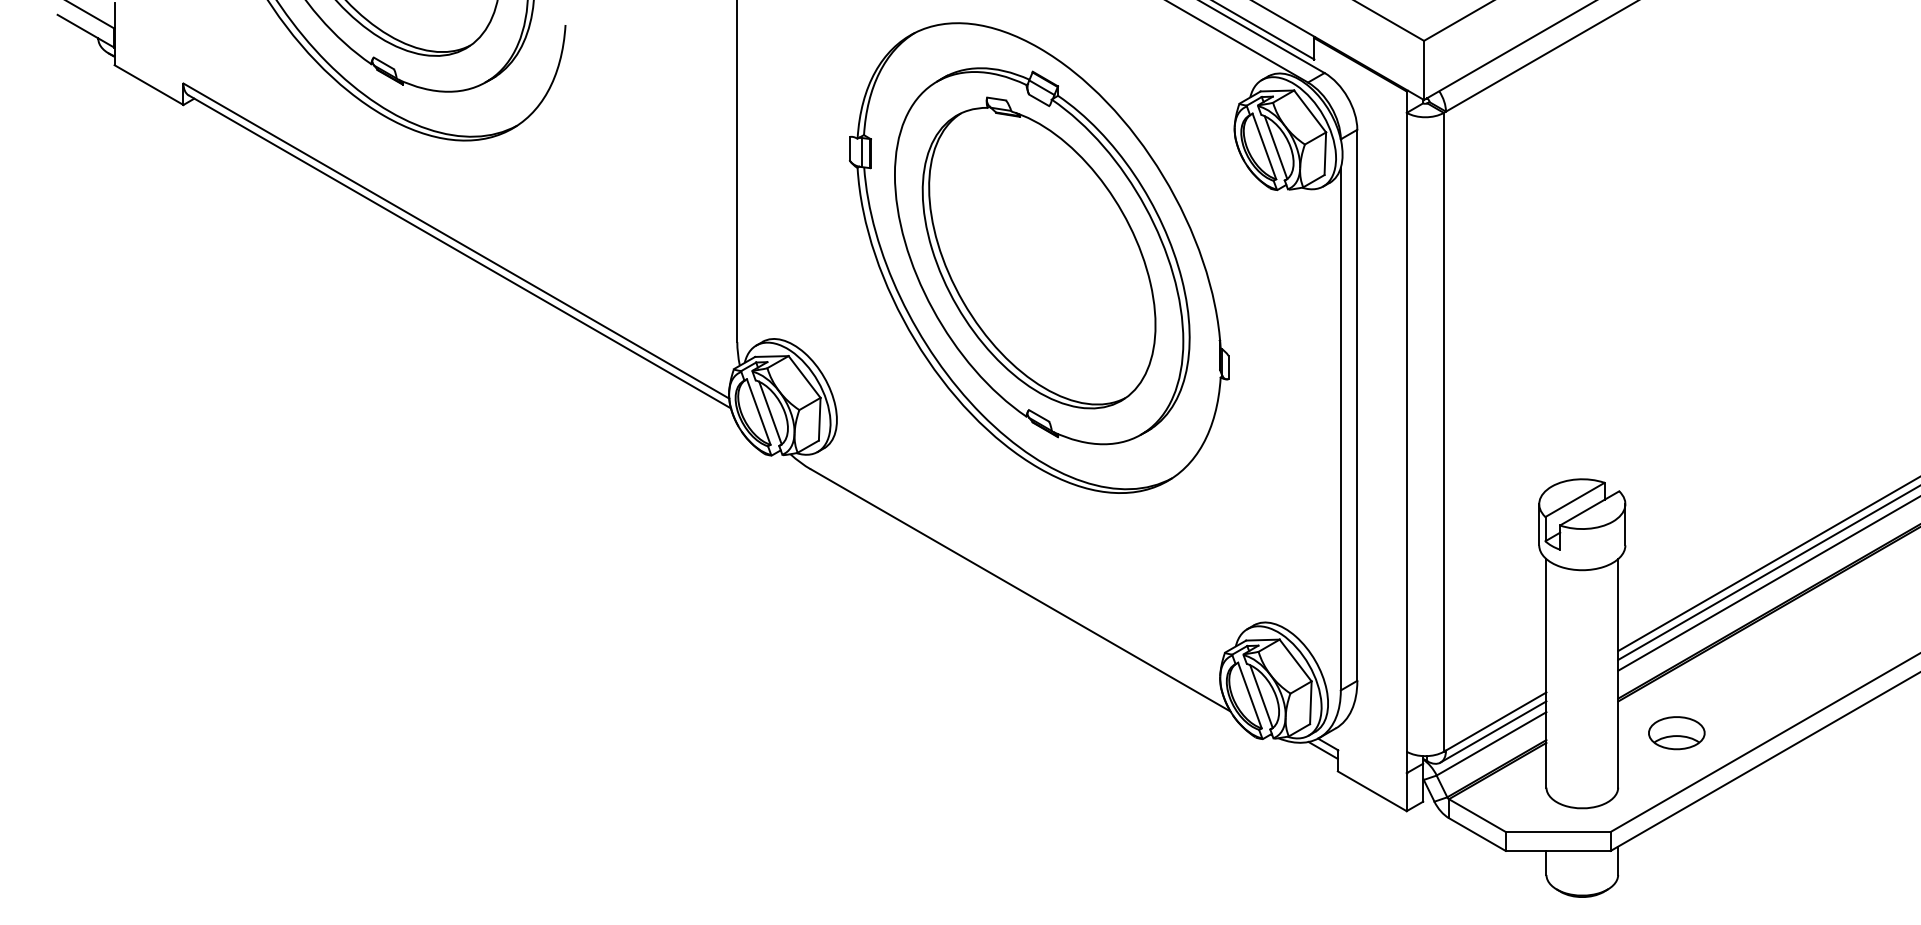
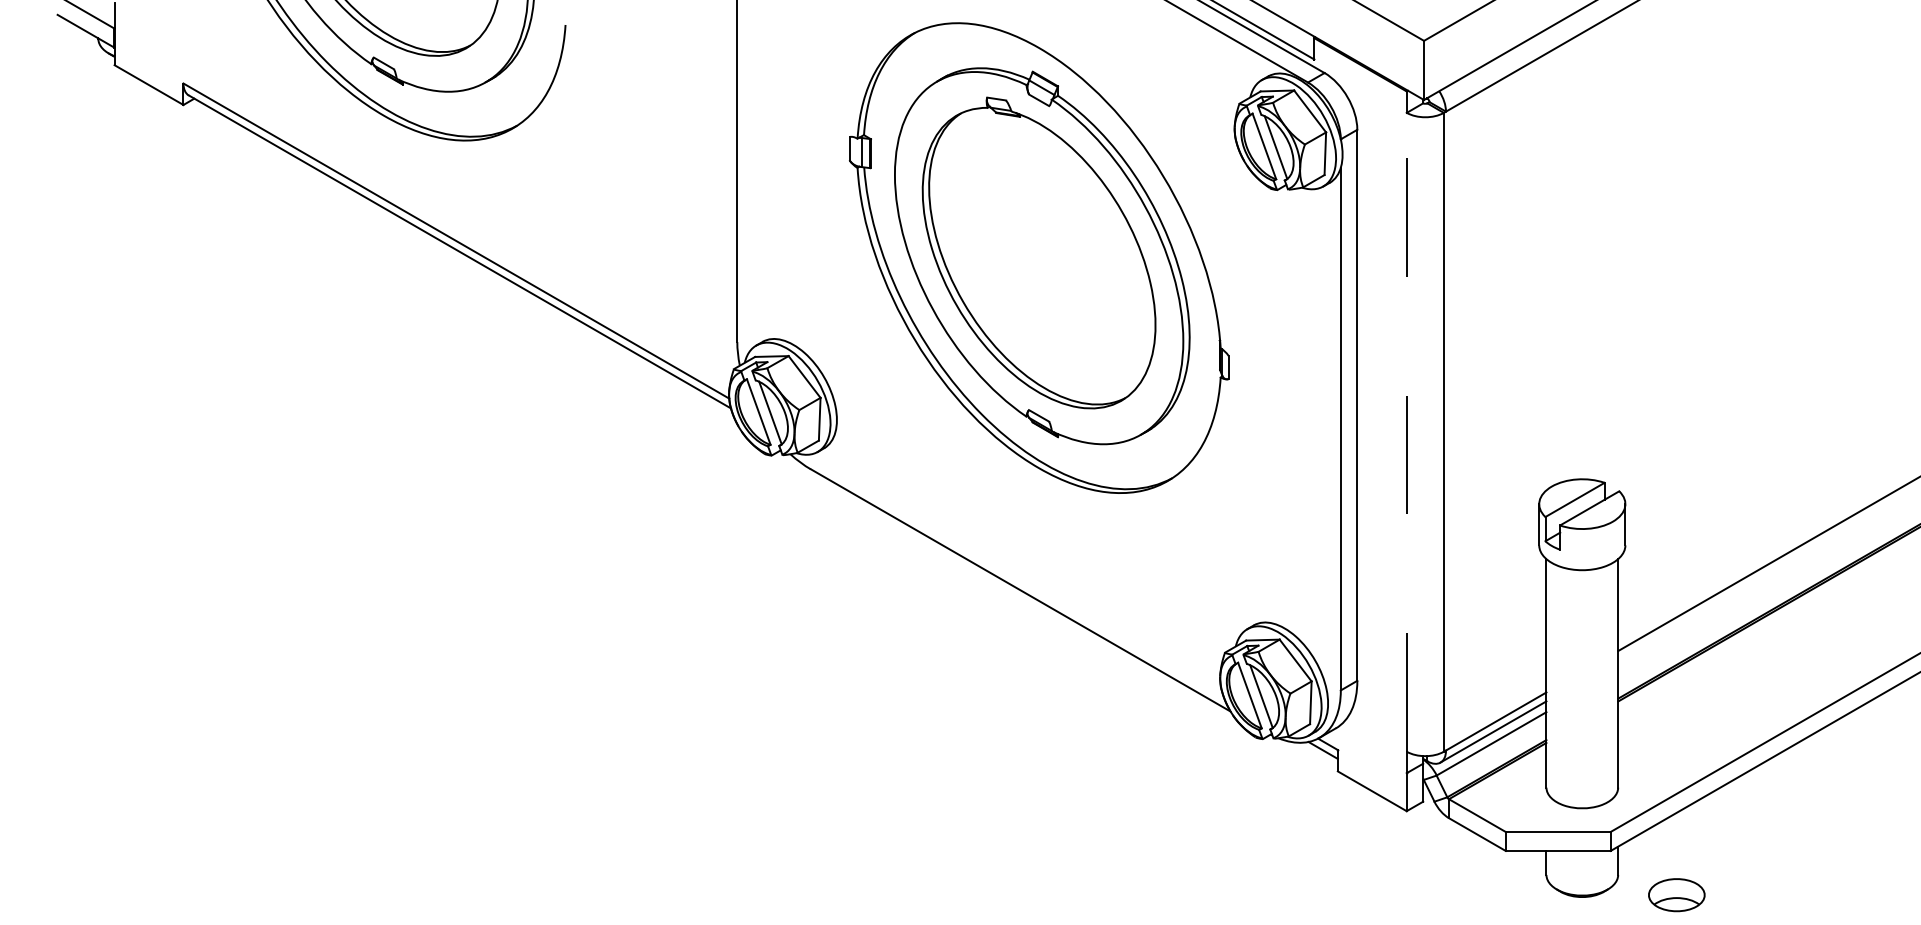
line at (1406, 431): solid -> dashed
line at (1767, 573): present -> none
line at (1767, 584): present -> none
part at (1676, 733) position: (1676, 733) -> (1676, 895)
